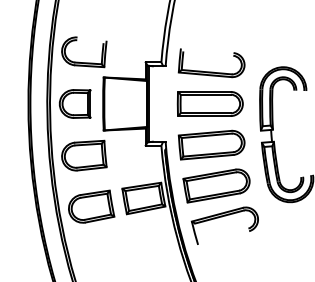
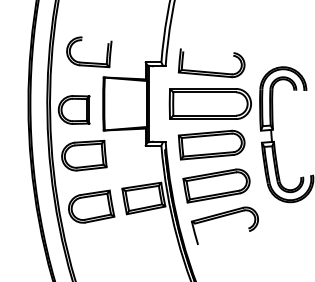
part at (84, 62) position: (84, 62) -> (89, 62)
part at (75, 103) position: (75, 103) -> (74, 109)
part at (209, 103) size: 68x26 px -> 84x32 px
